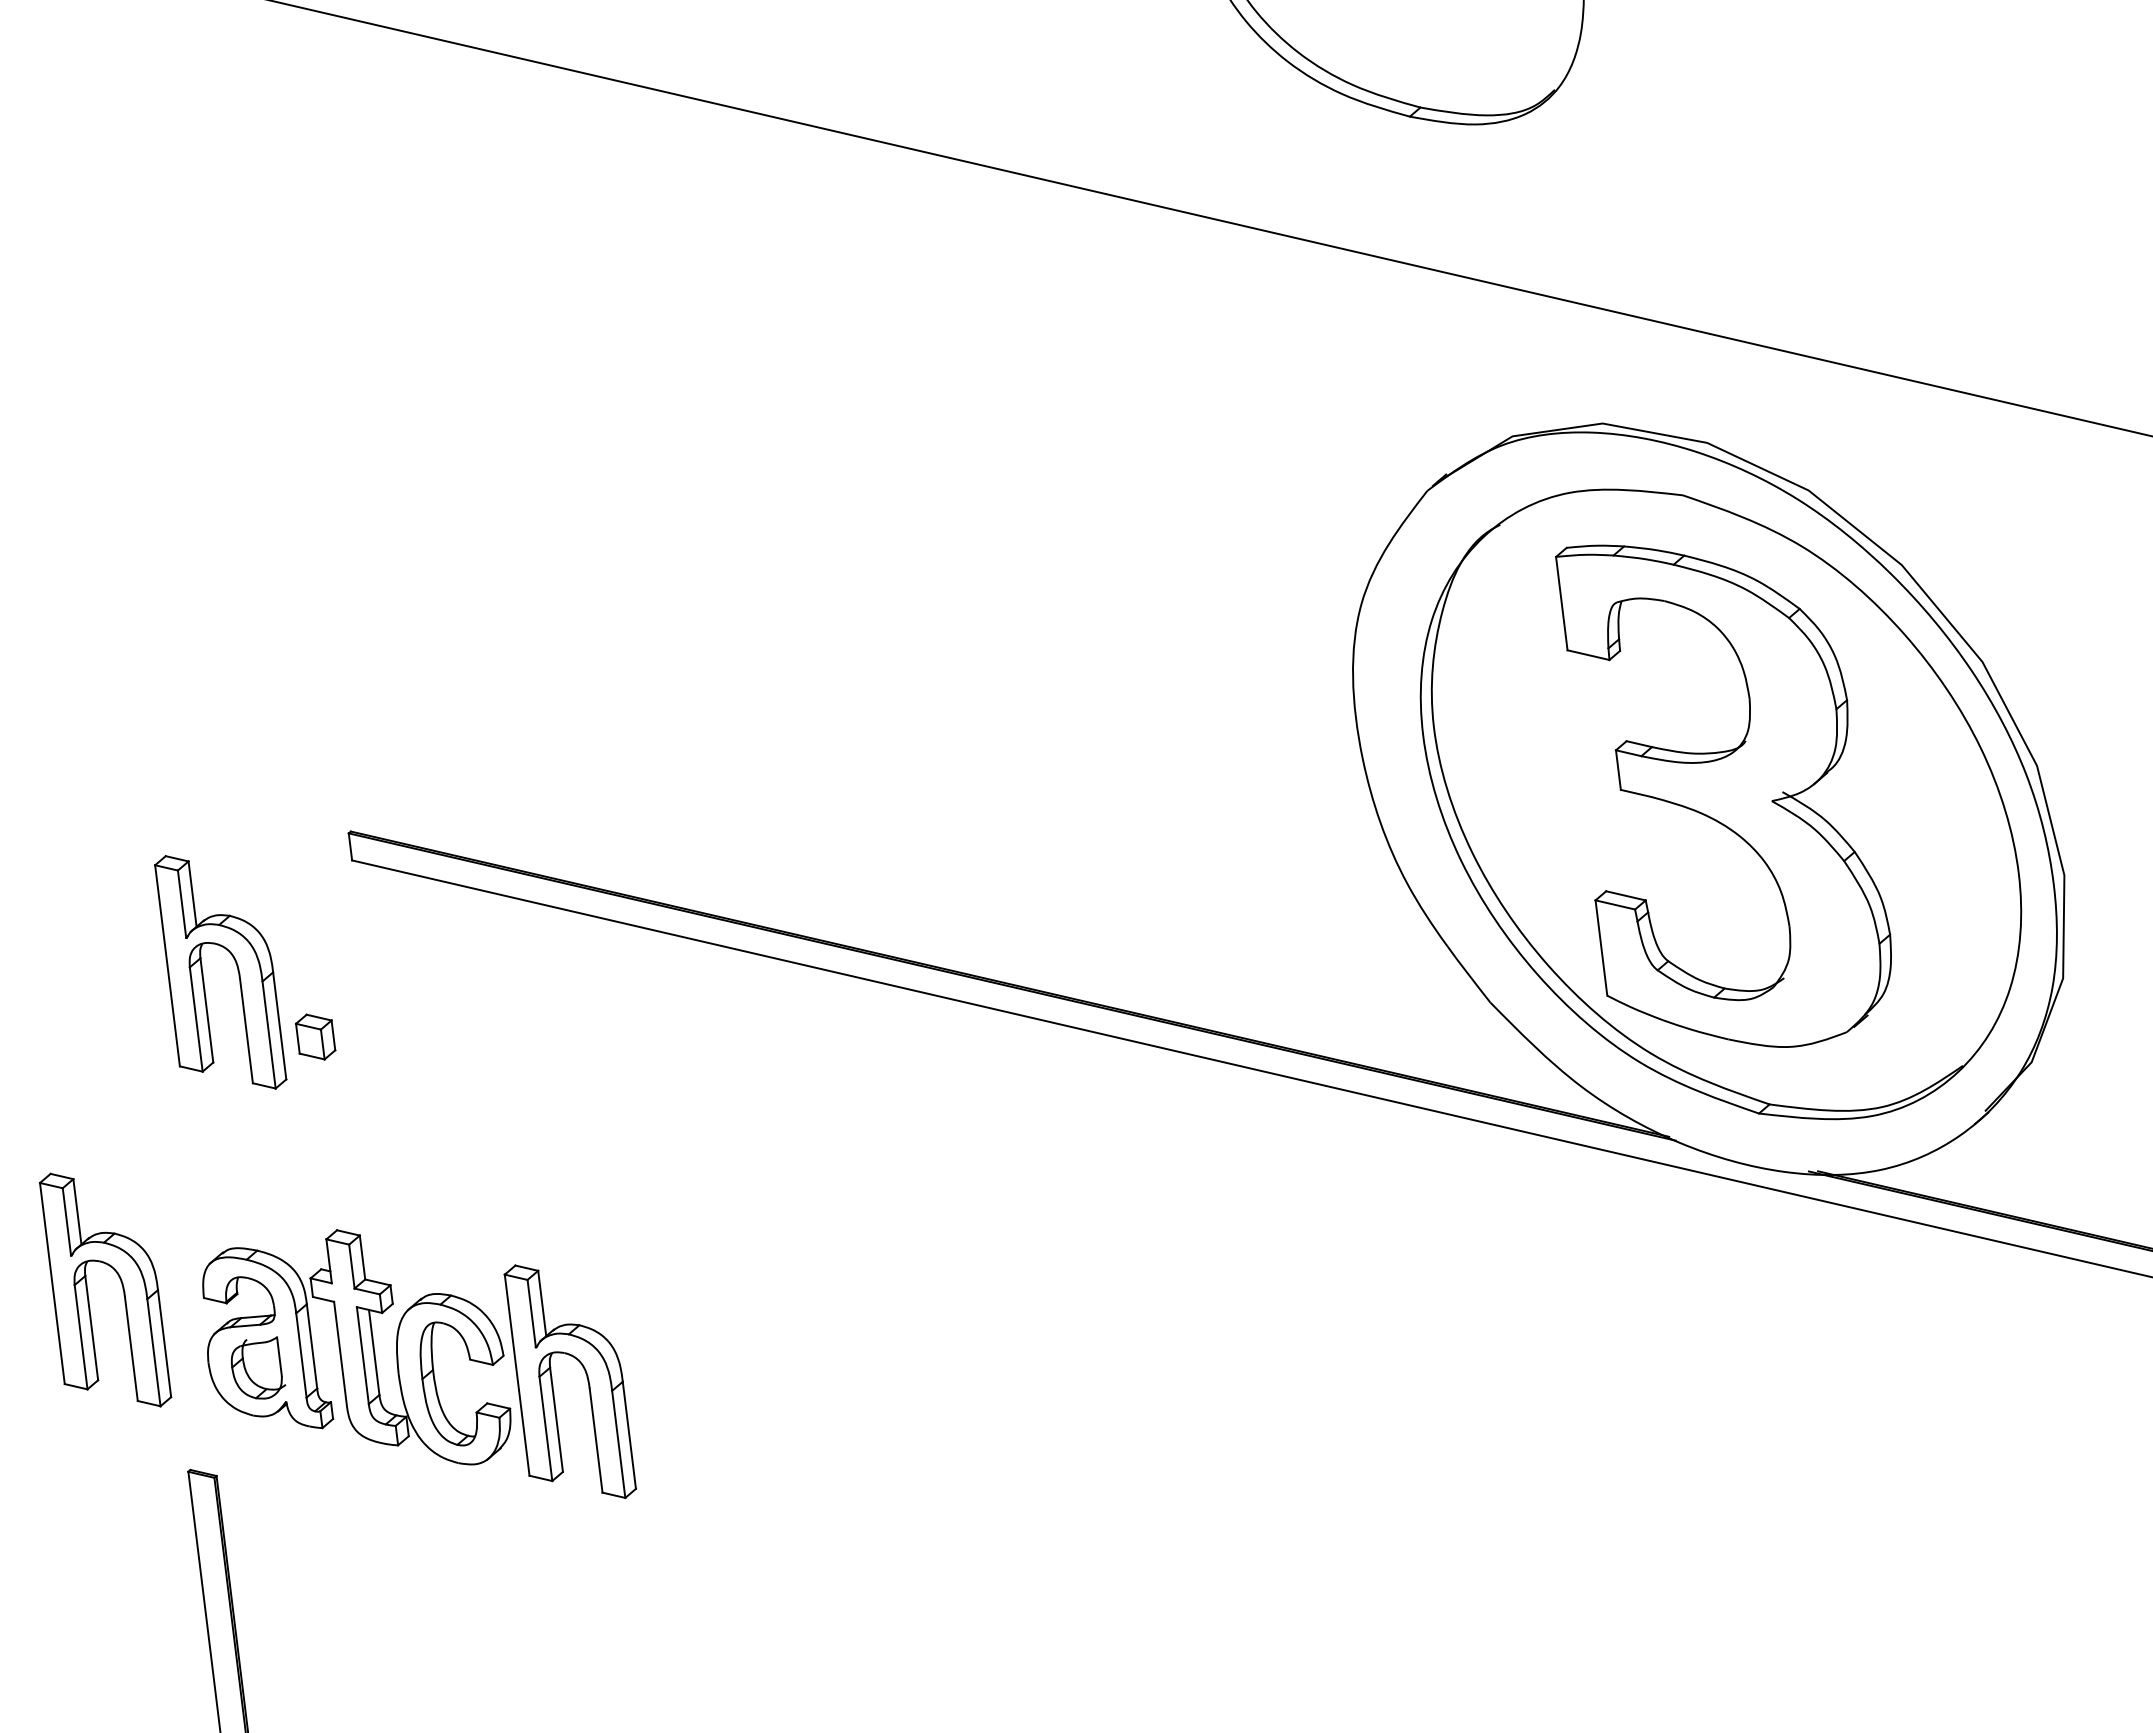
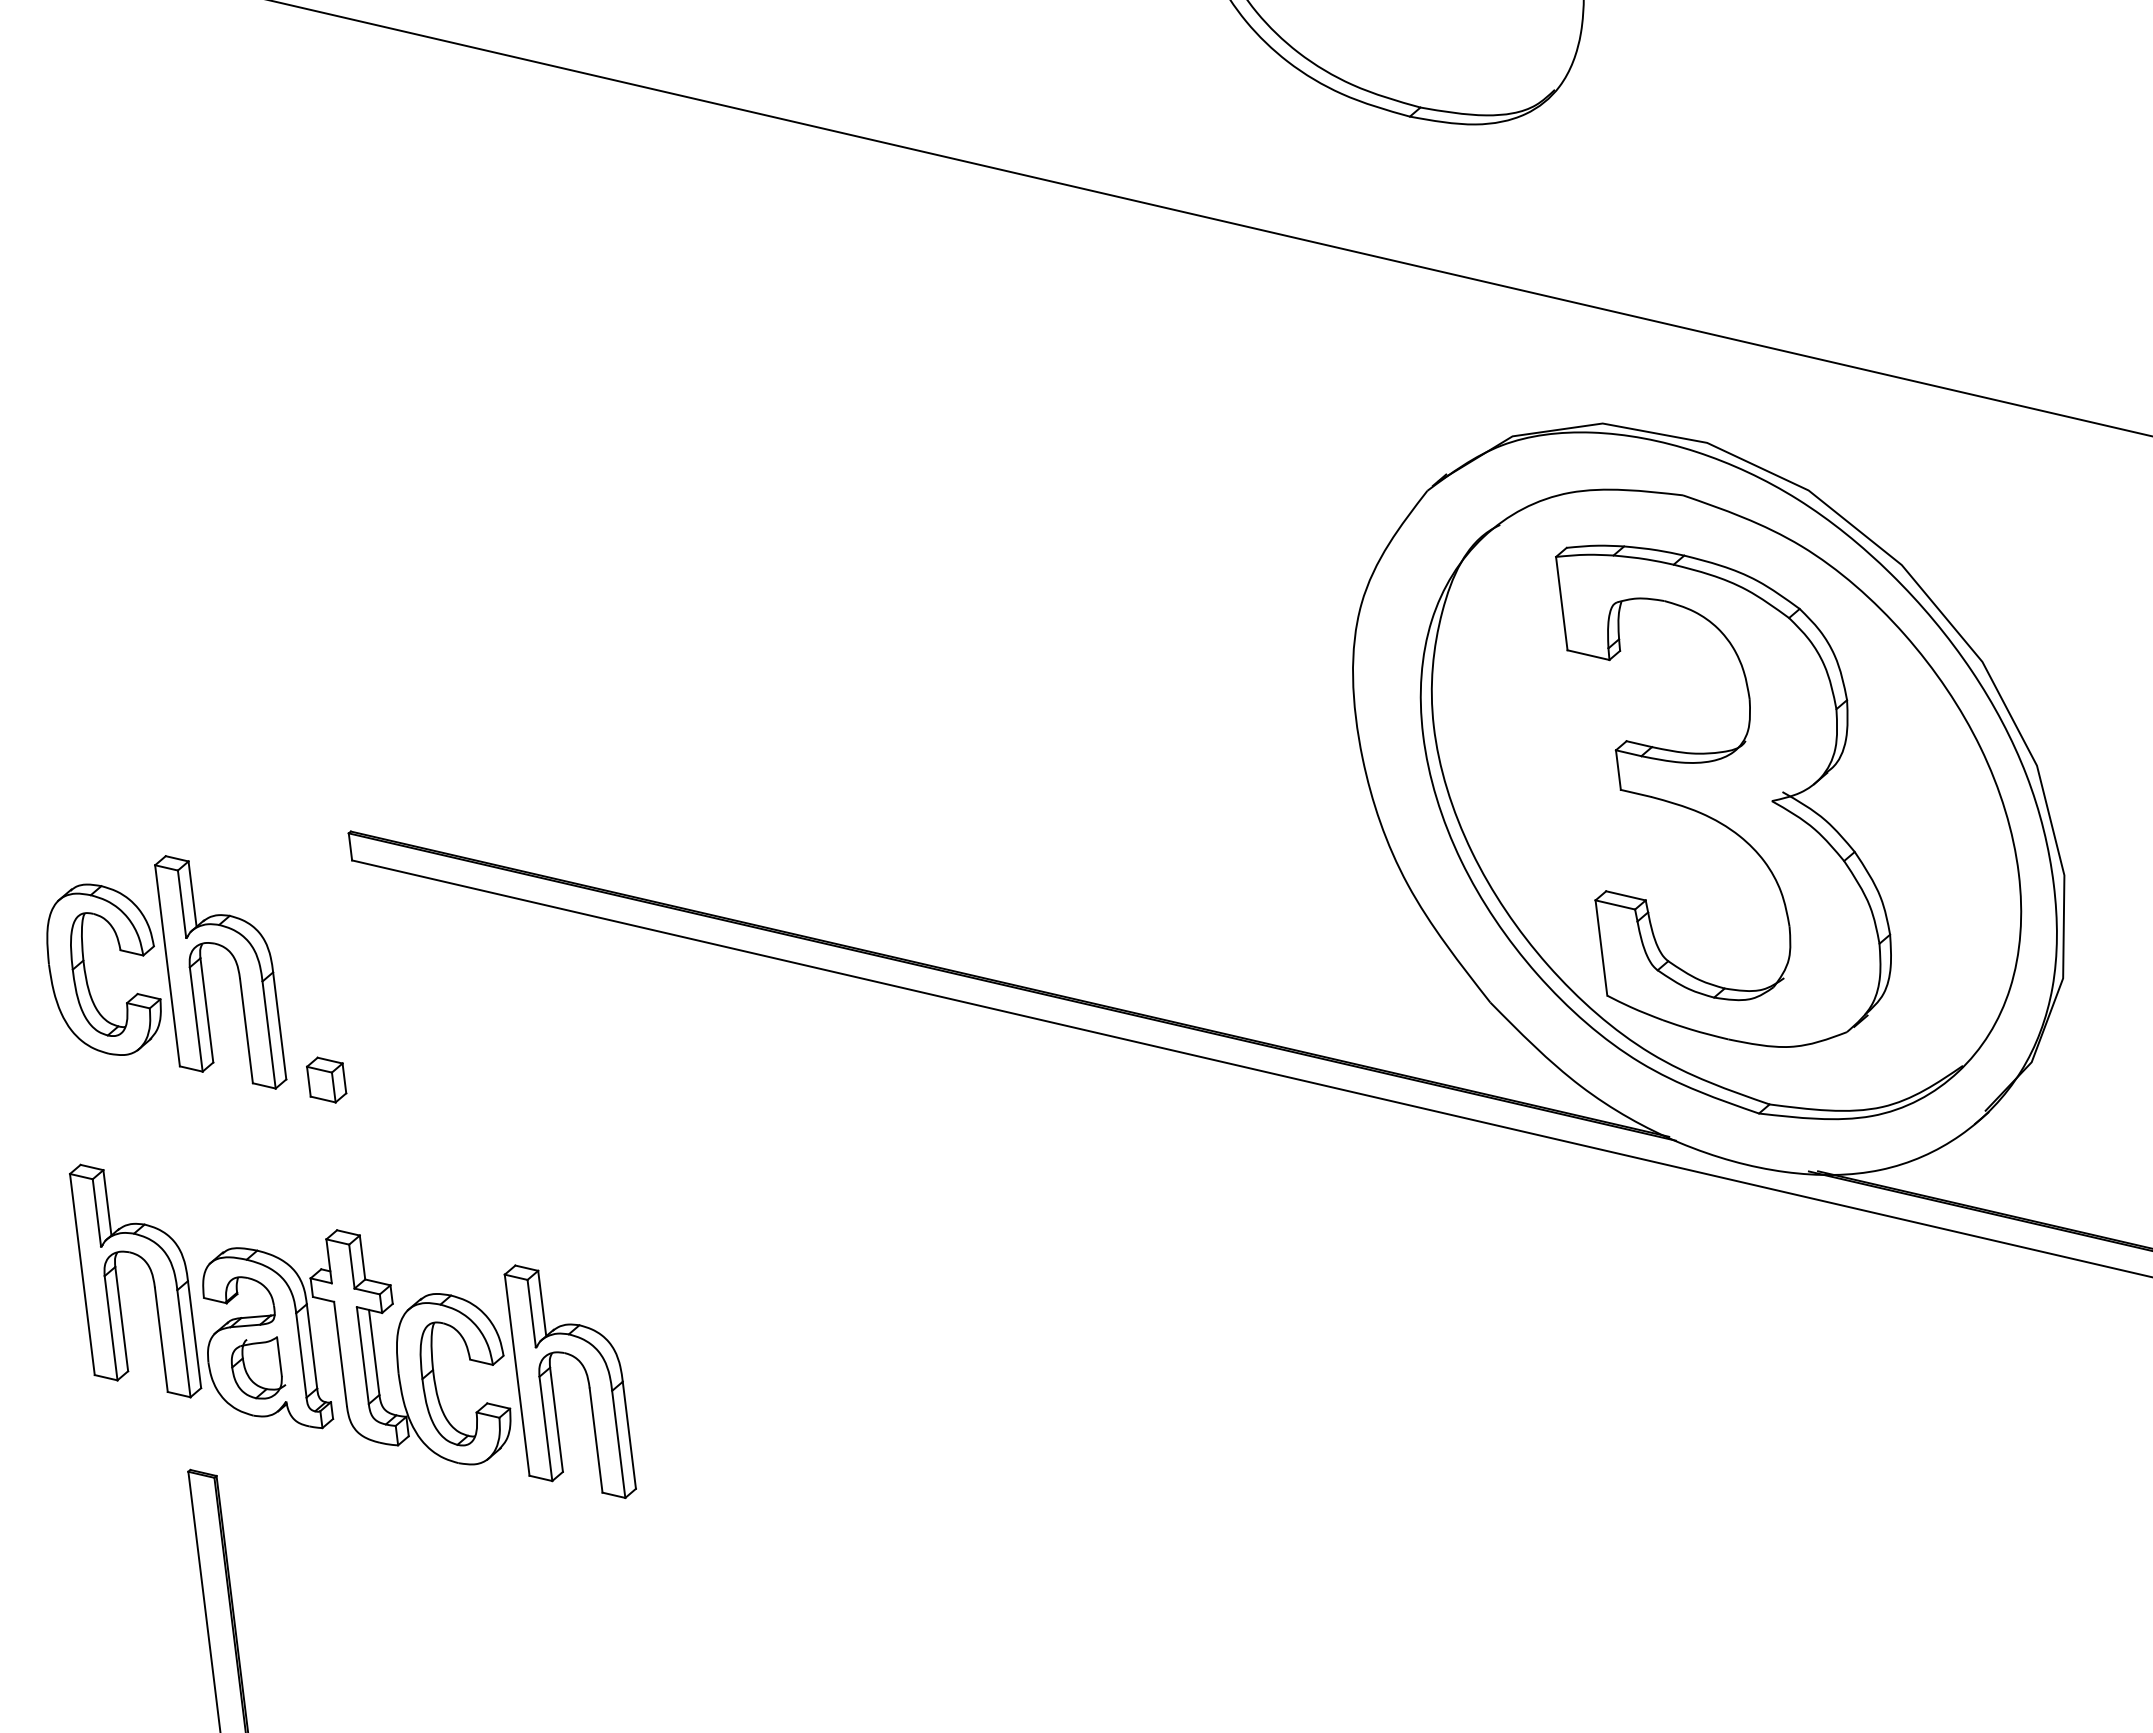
part at (86, 973): none -> present
part at (315, 1036) position: (315, 1036) -> (326, 1079)
part at (121, 1284) position: (121, 1284) -> (151, 1275)
